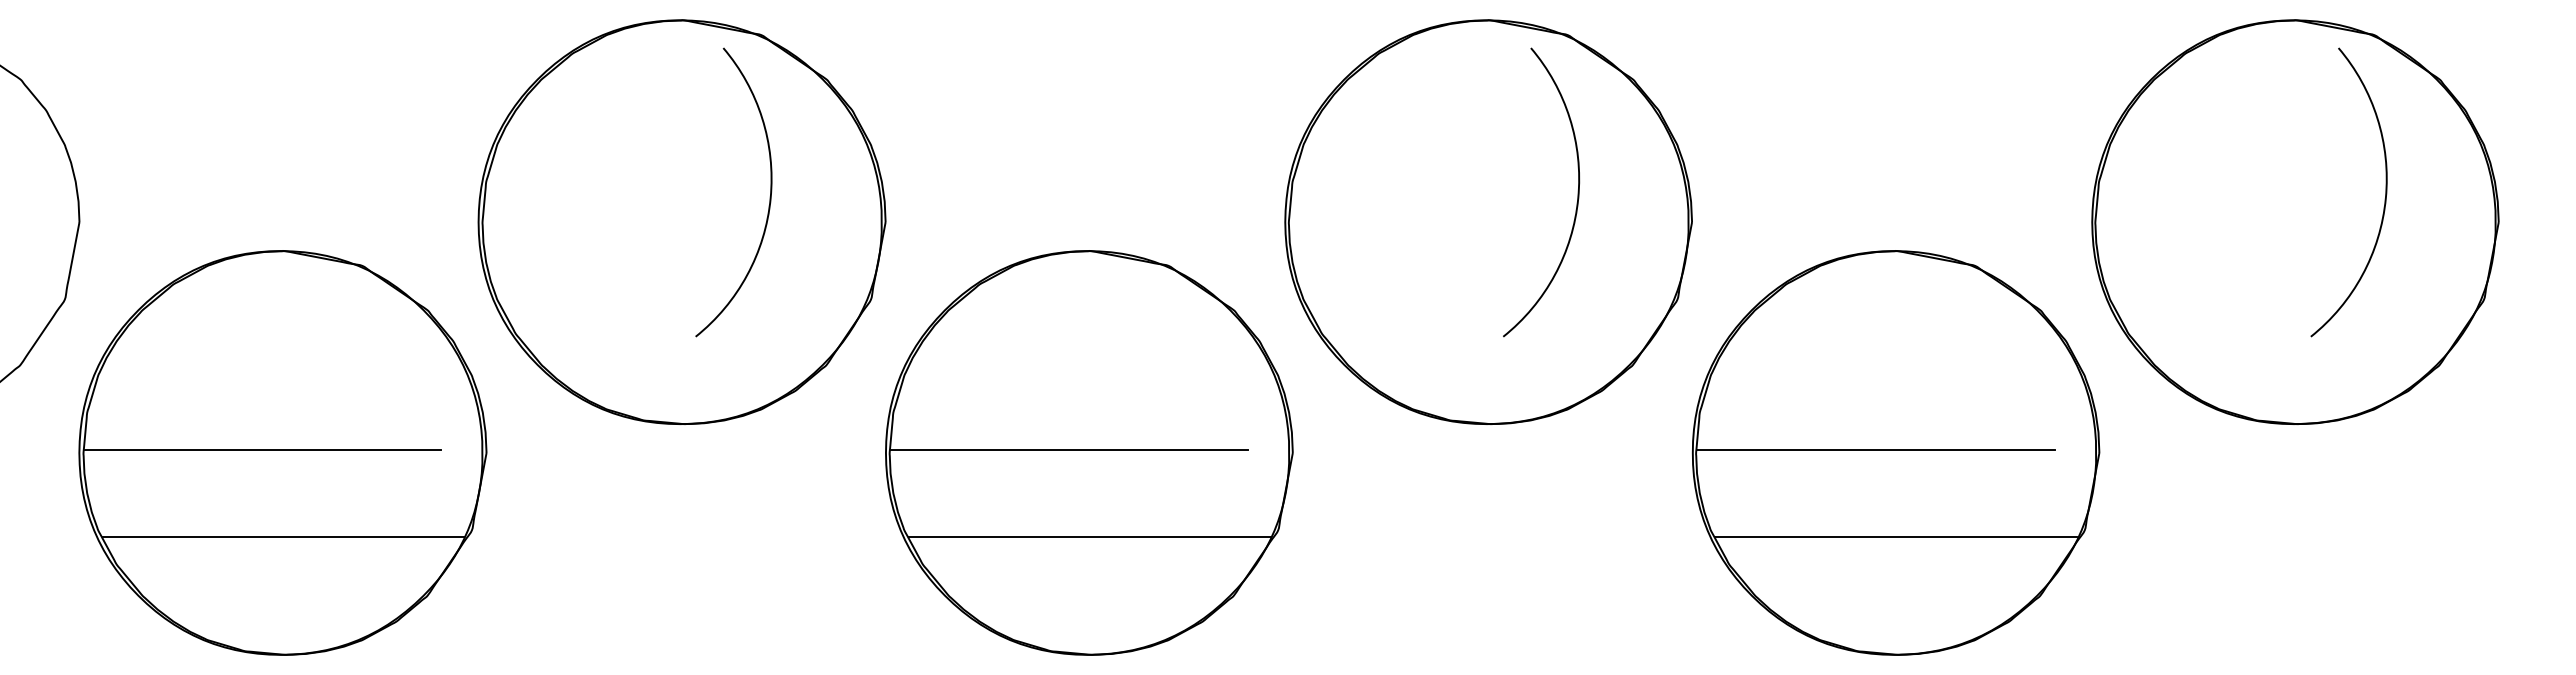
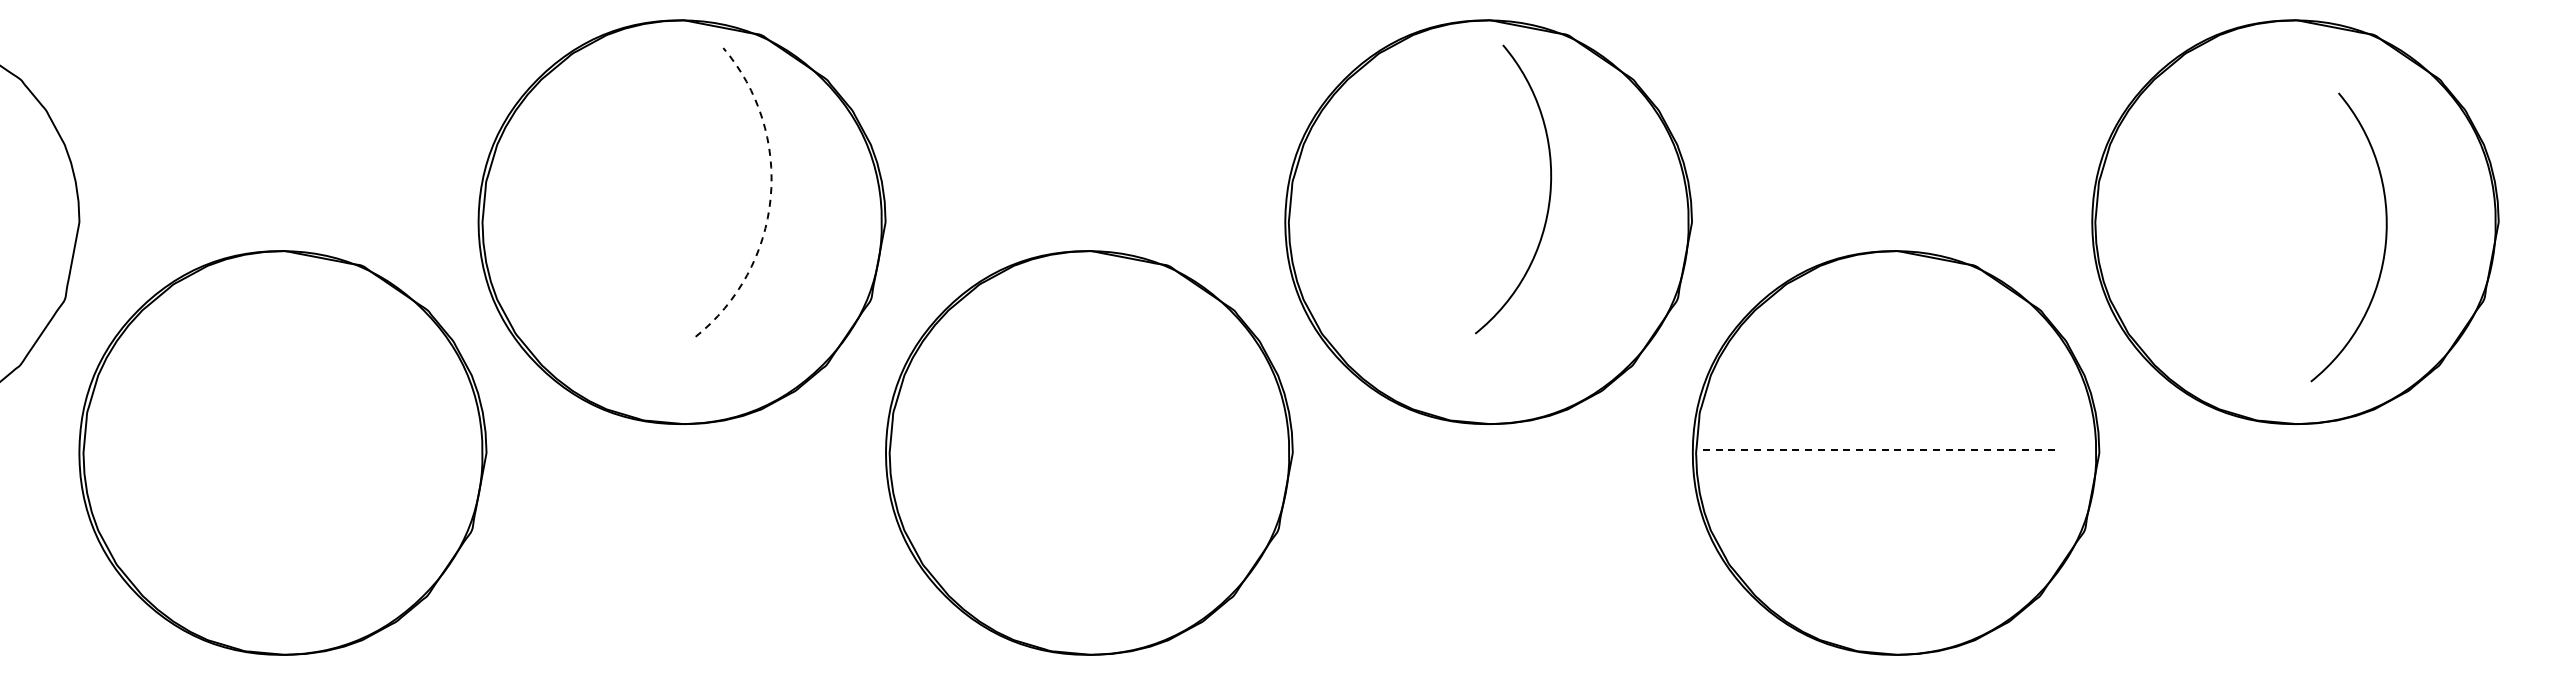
arc at (1577, 192) position: (1577, 192) -> (1549, 189)
arc at (770, 198): solid -> dashed
arc at (2384, 198) position: (2384, 198) -> (2384, 243)
line at (262, 450): present -> none
line at (1069, 450): present -> none
line at (1875, 450): solid -> dashed
line at (283, 536): present -> none
line at (1089, 536): present -> none
line at (1896, 536): present -> none
